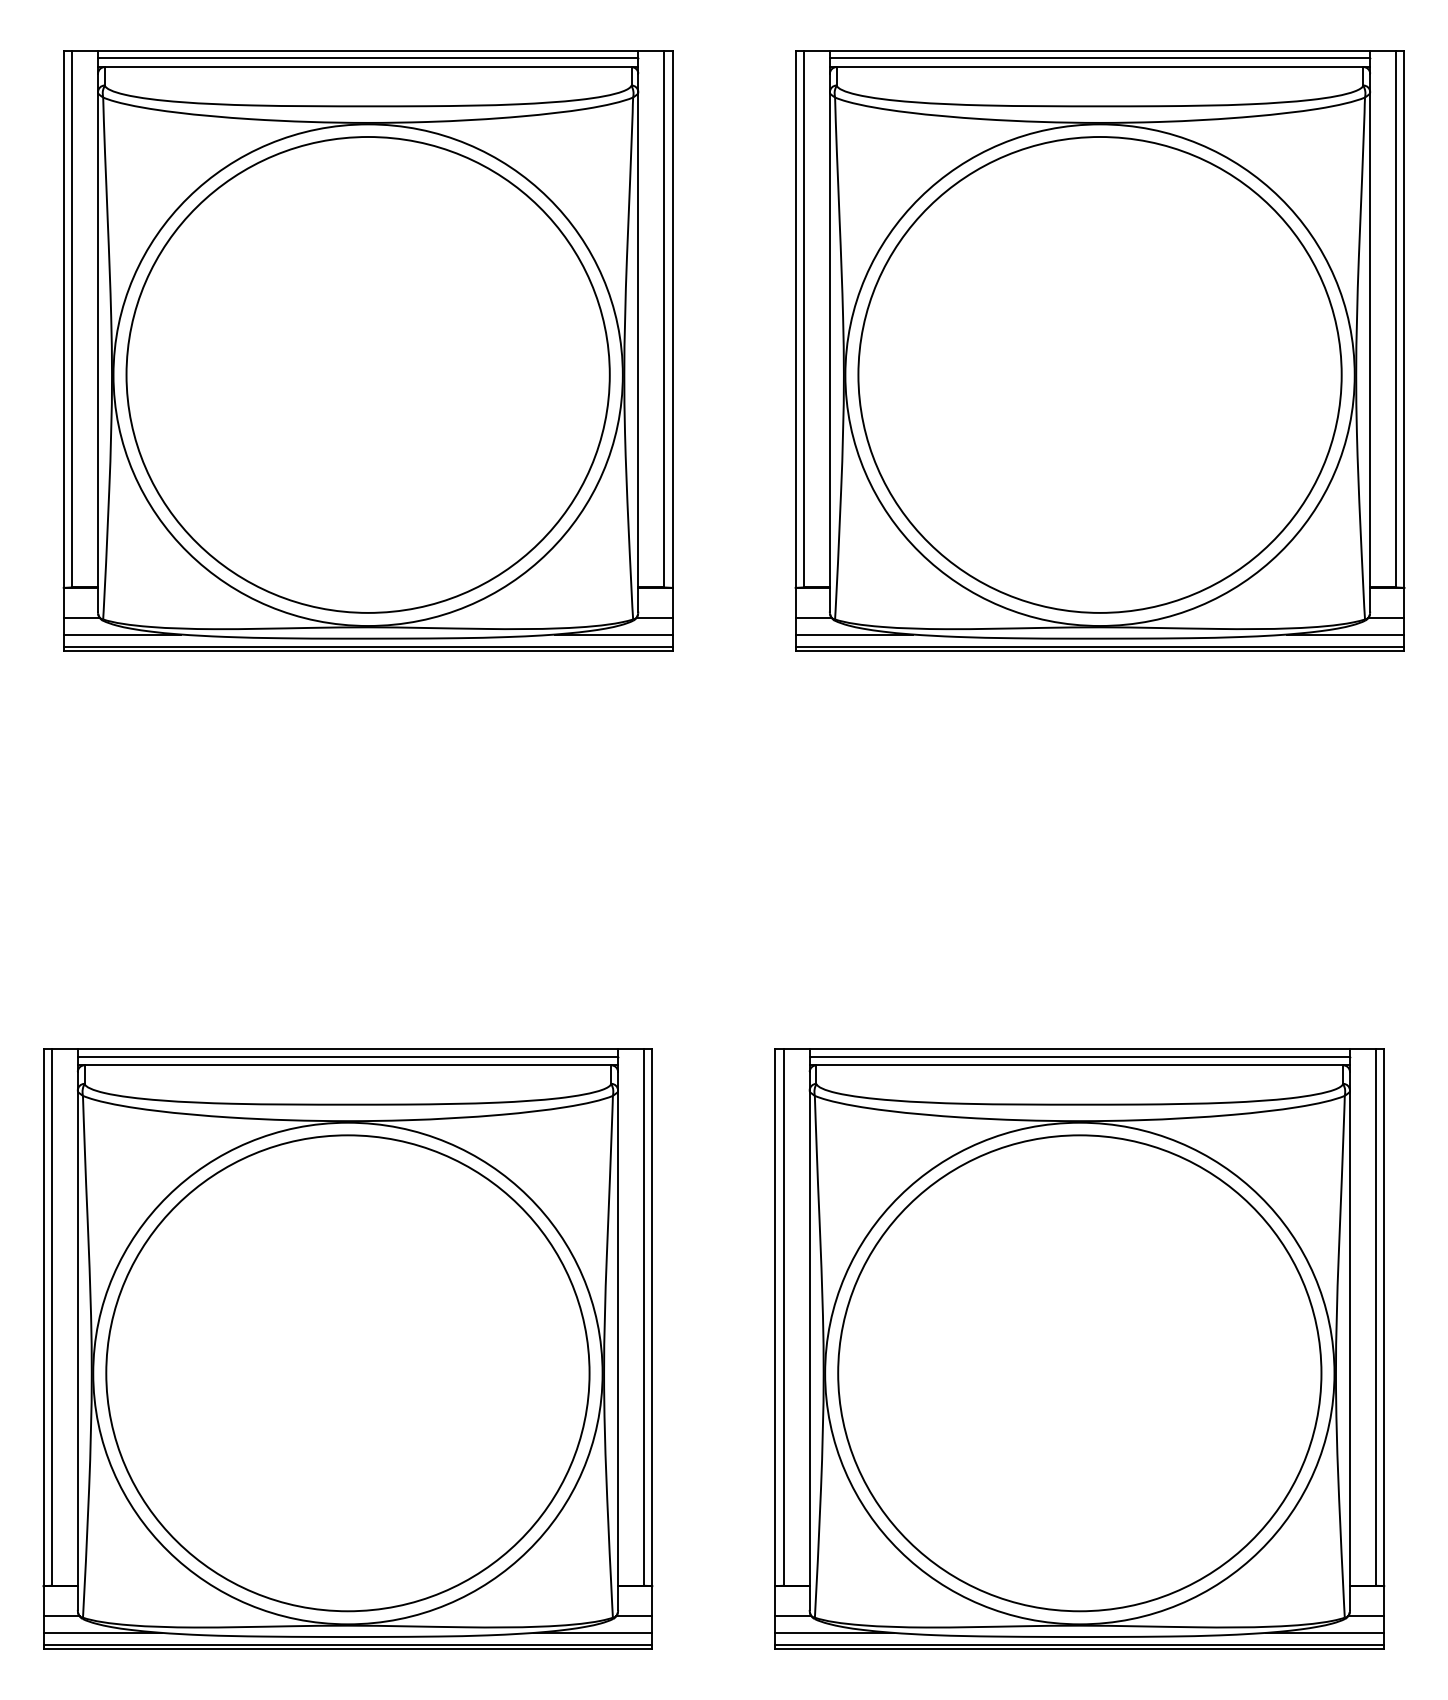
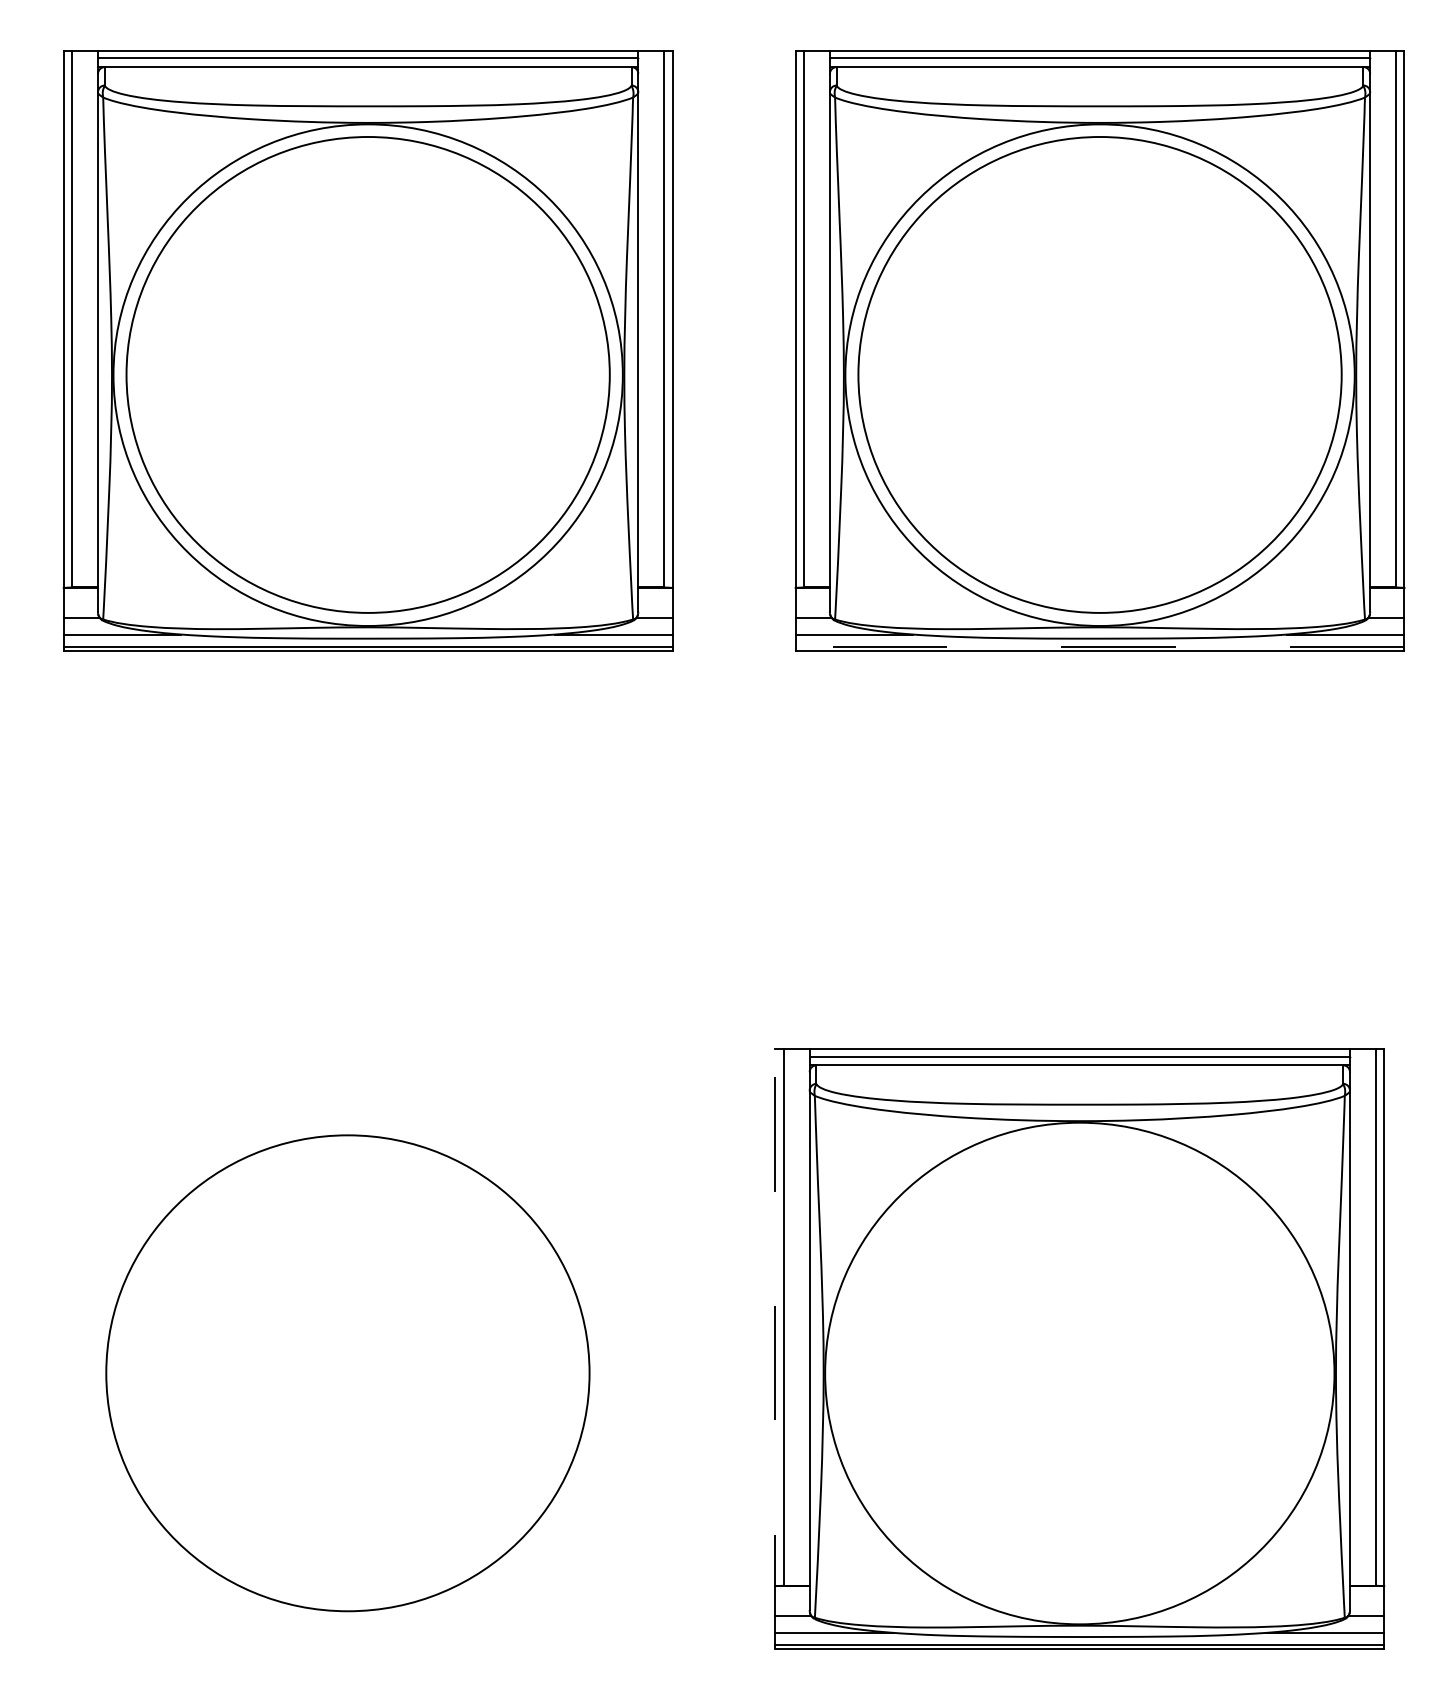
line at (1099, 646): solid -> dashed
part at (347, 1348): present -> none
line at (775, 1349): solid -> dashed
part at (1079, 1373): present -> none
